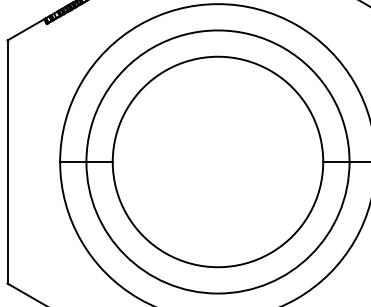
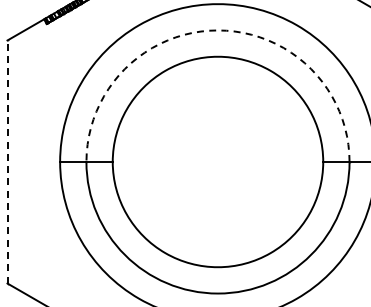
arc at (217, 30): solid -> dashed
line at (7, 162): solid -> dashed
